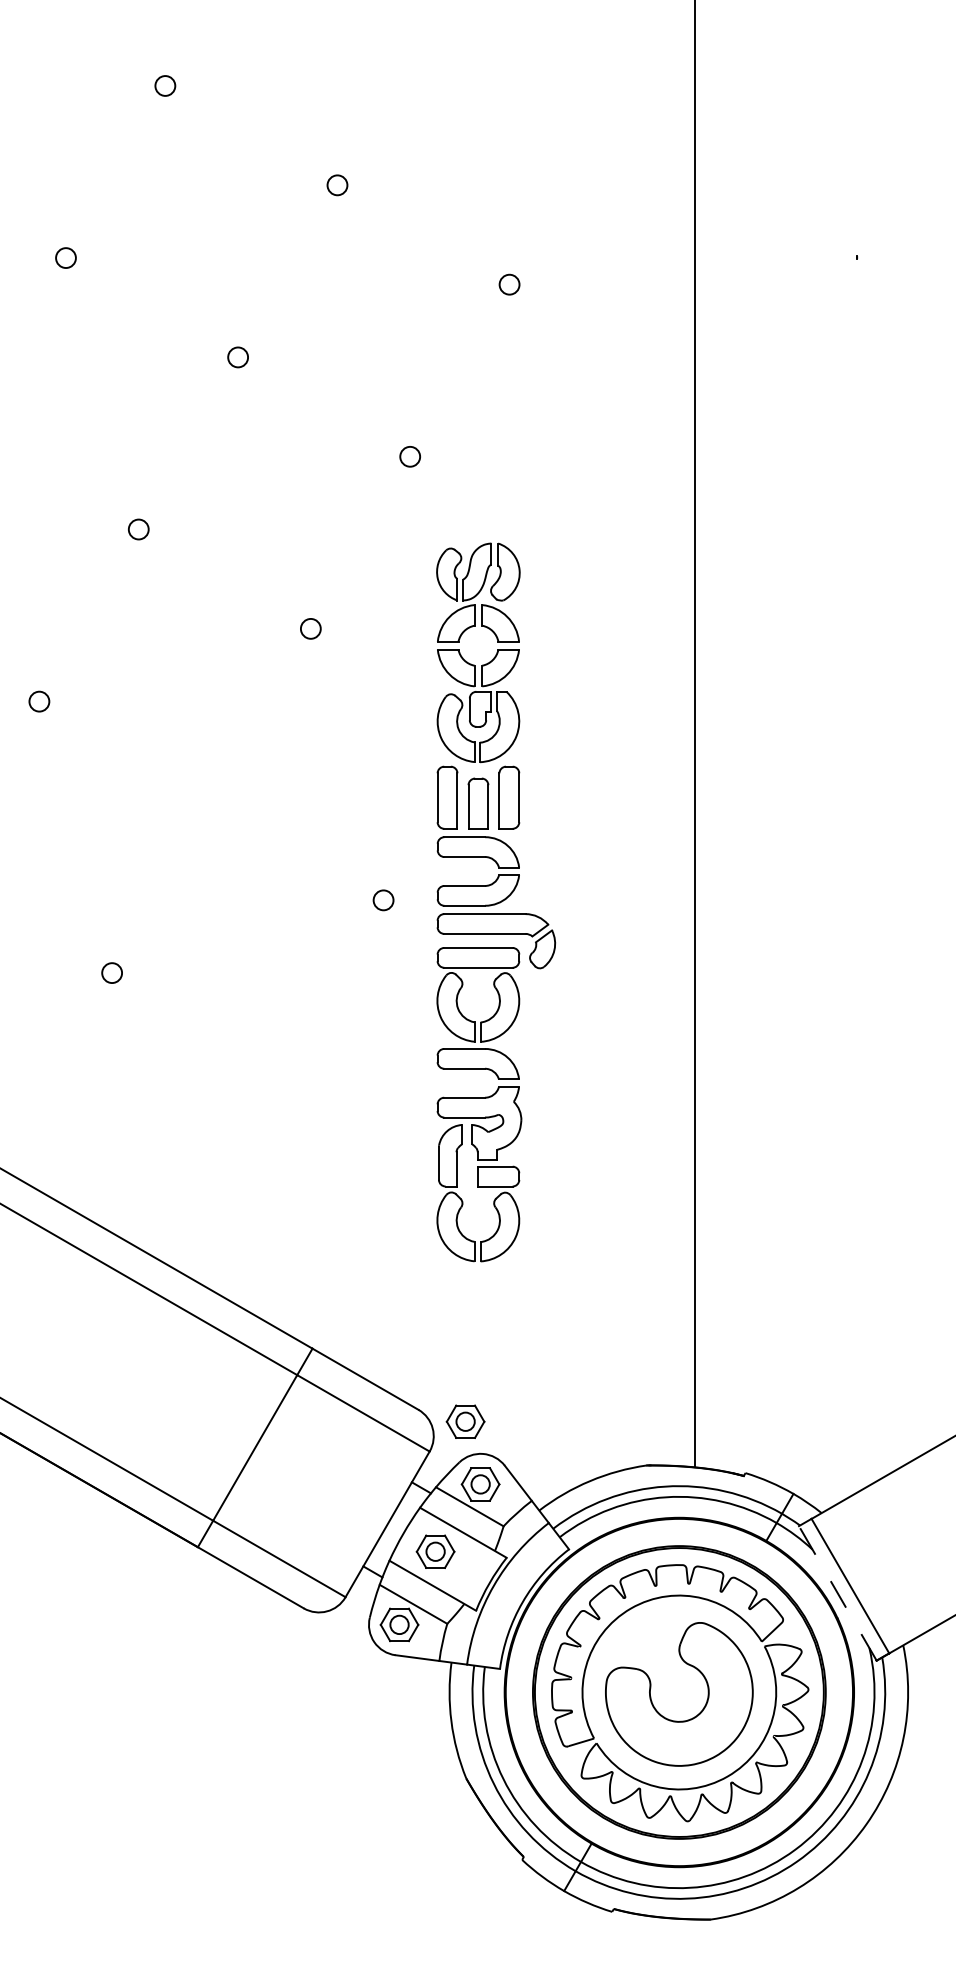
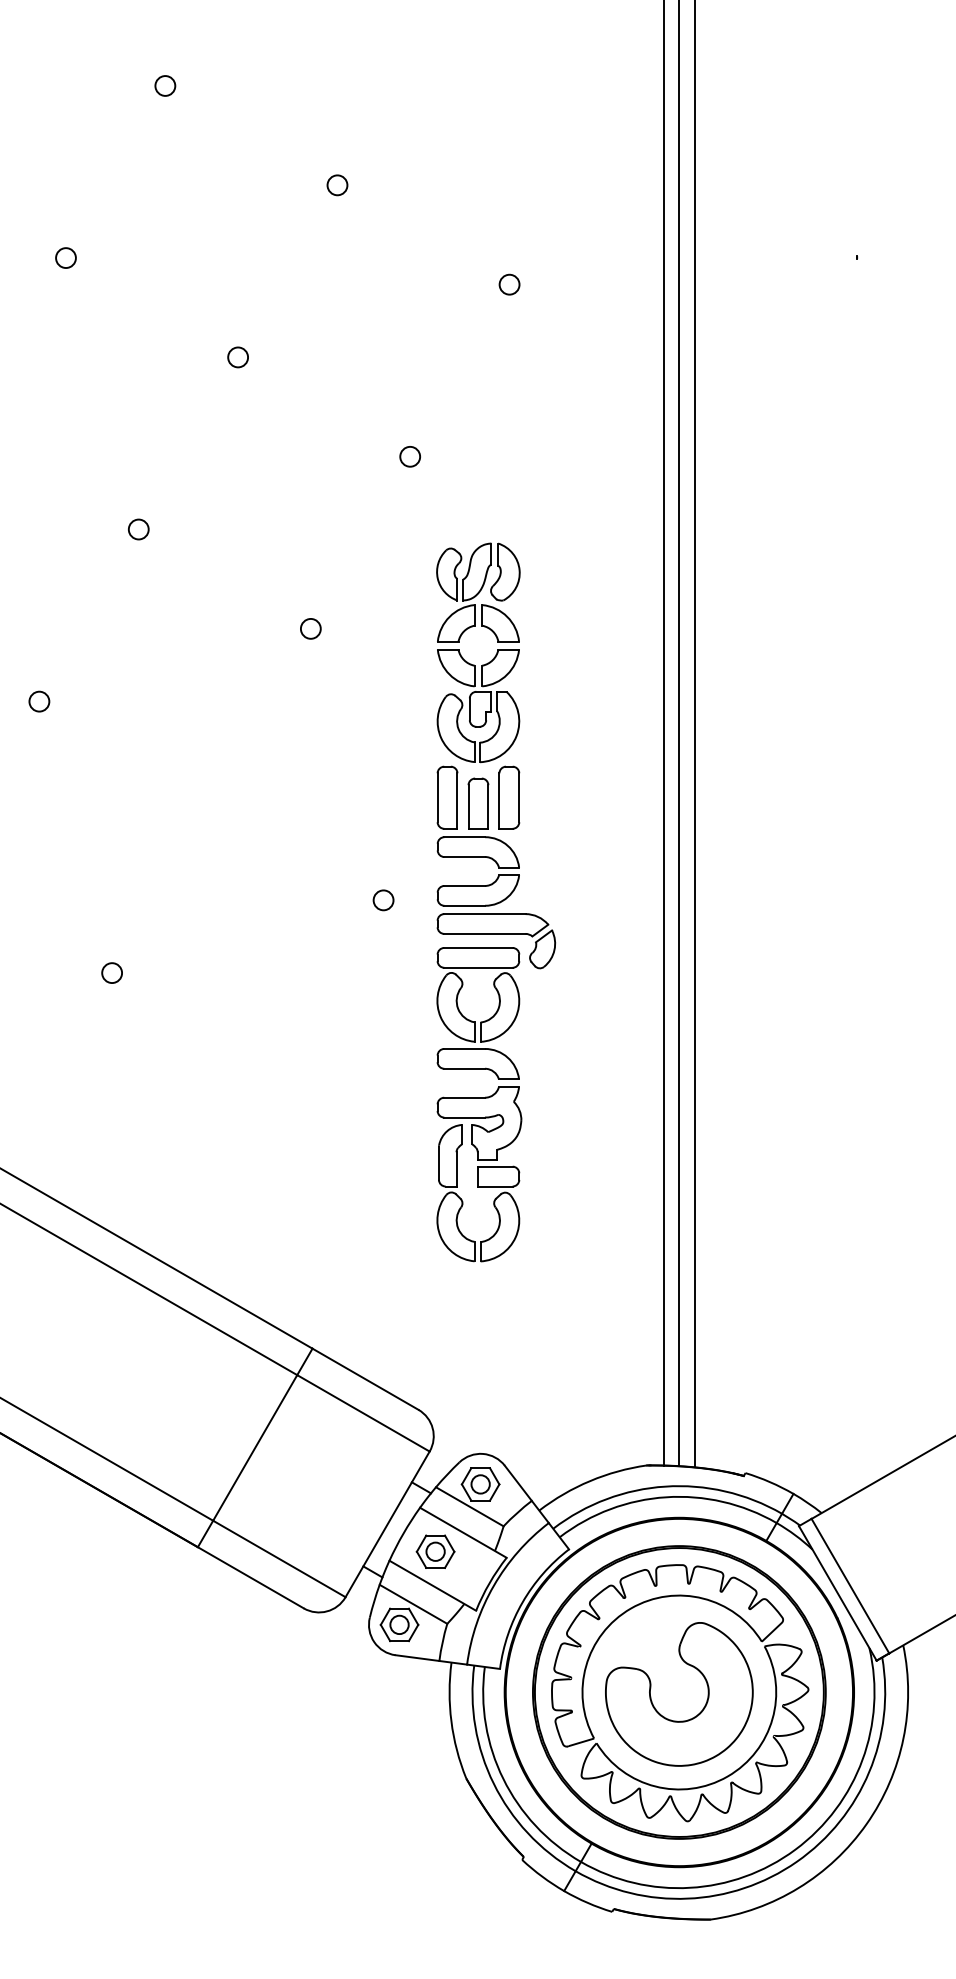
line at (664, 733): none -> present
line at (679, 734): none -> present
part at (465, 1421): present -> none
line at (837, 1593): dashed -> solid
